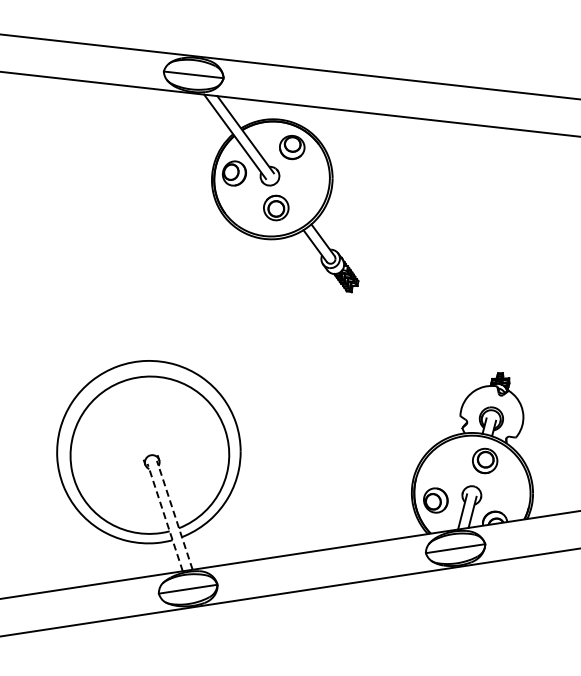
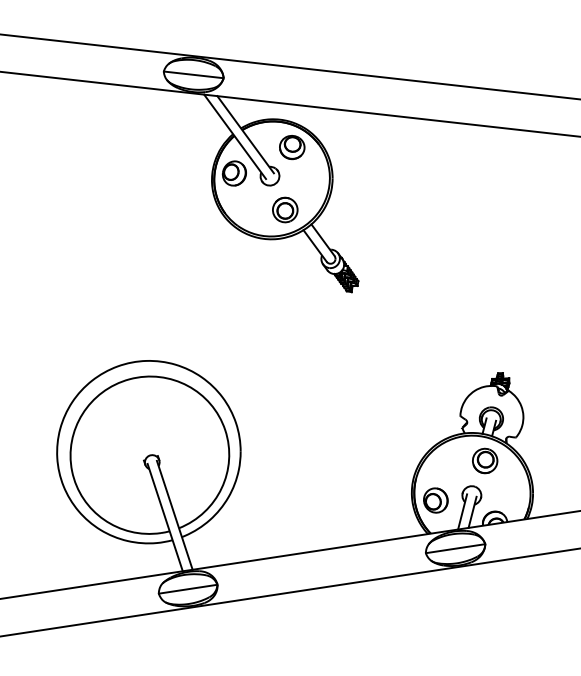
part at (276, 207) position: (276, 207) -> (285, 209)
line at (174, 514): dashed -> solid
line at (165, 517): dashed -> solid
